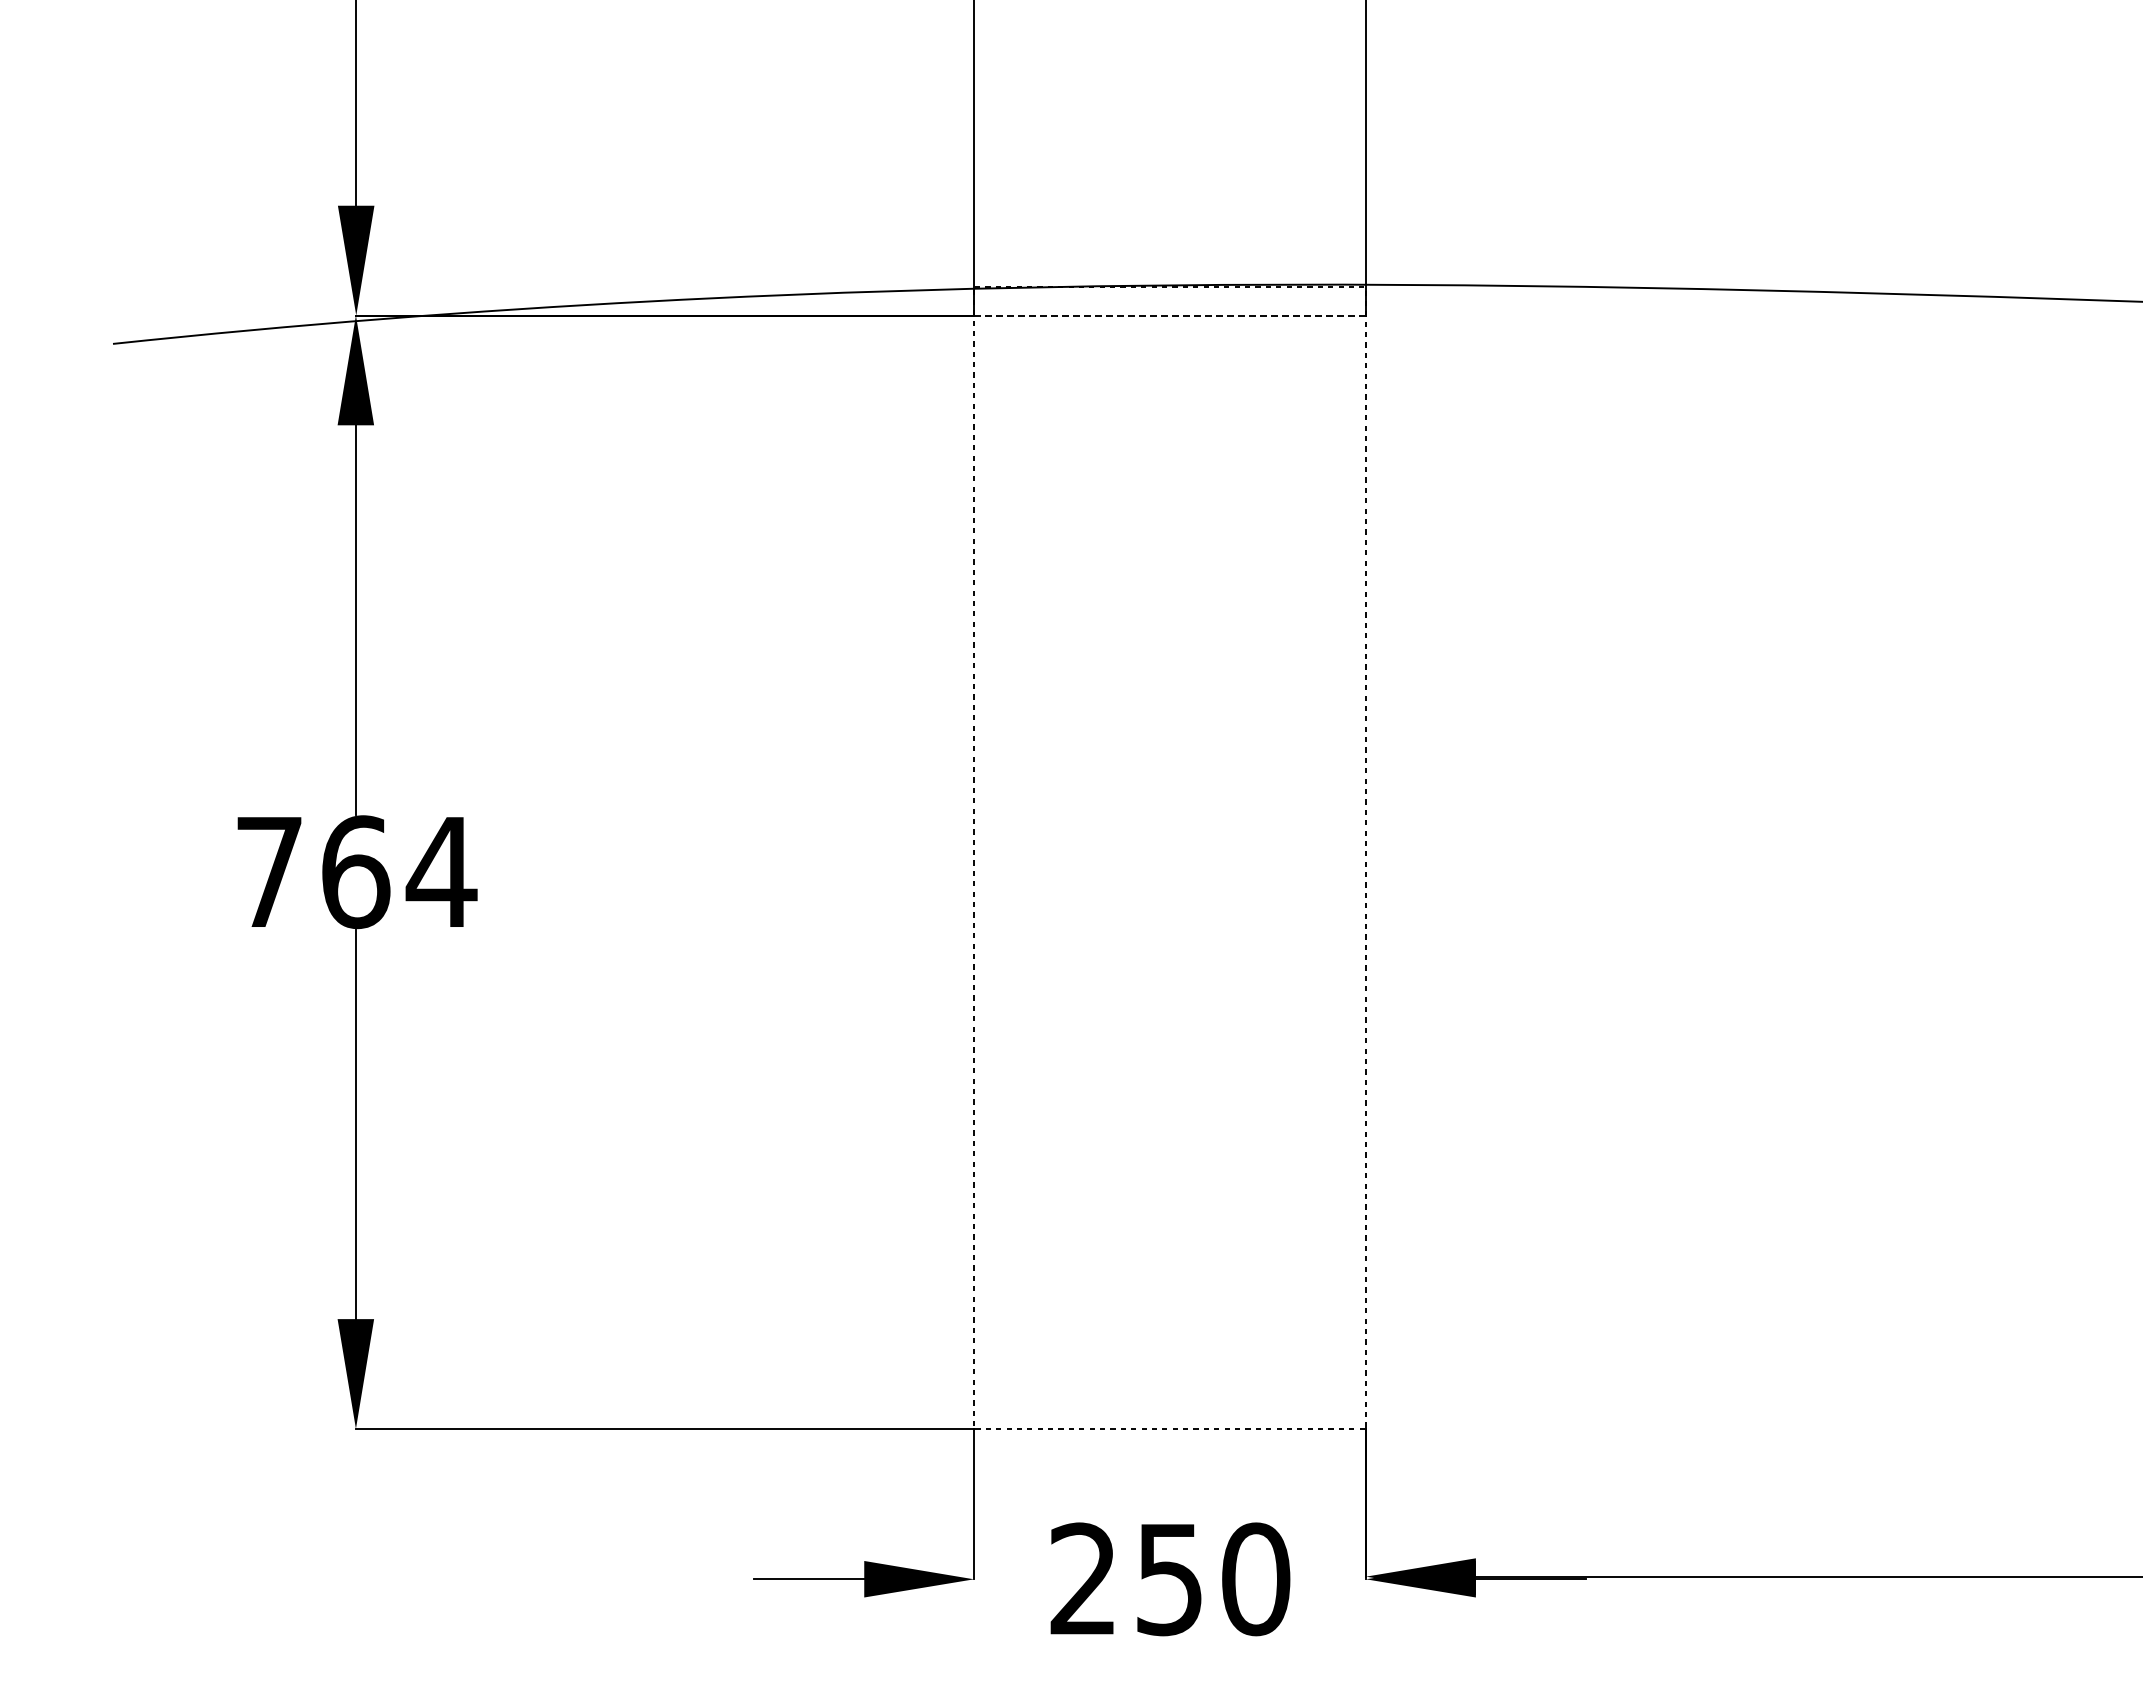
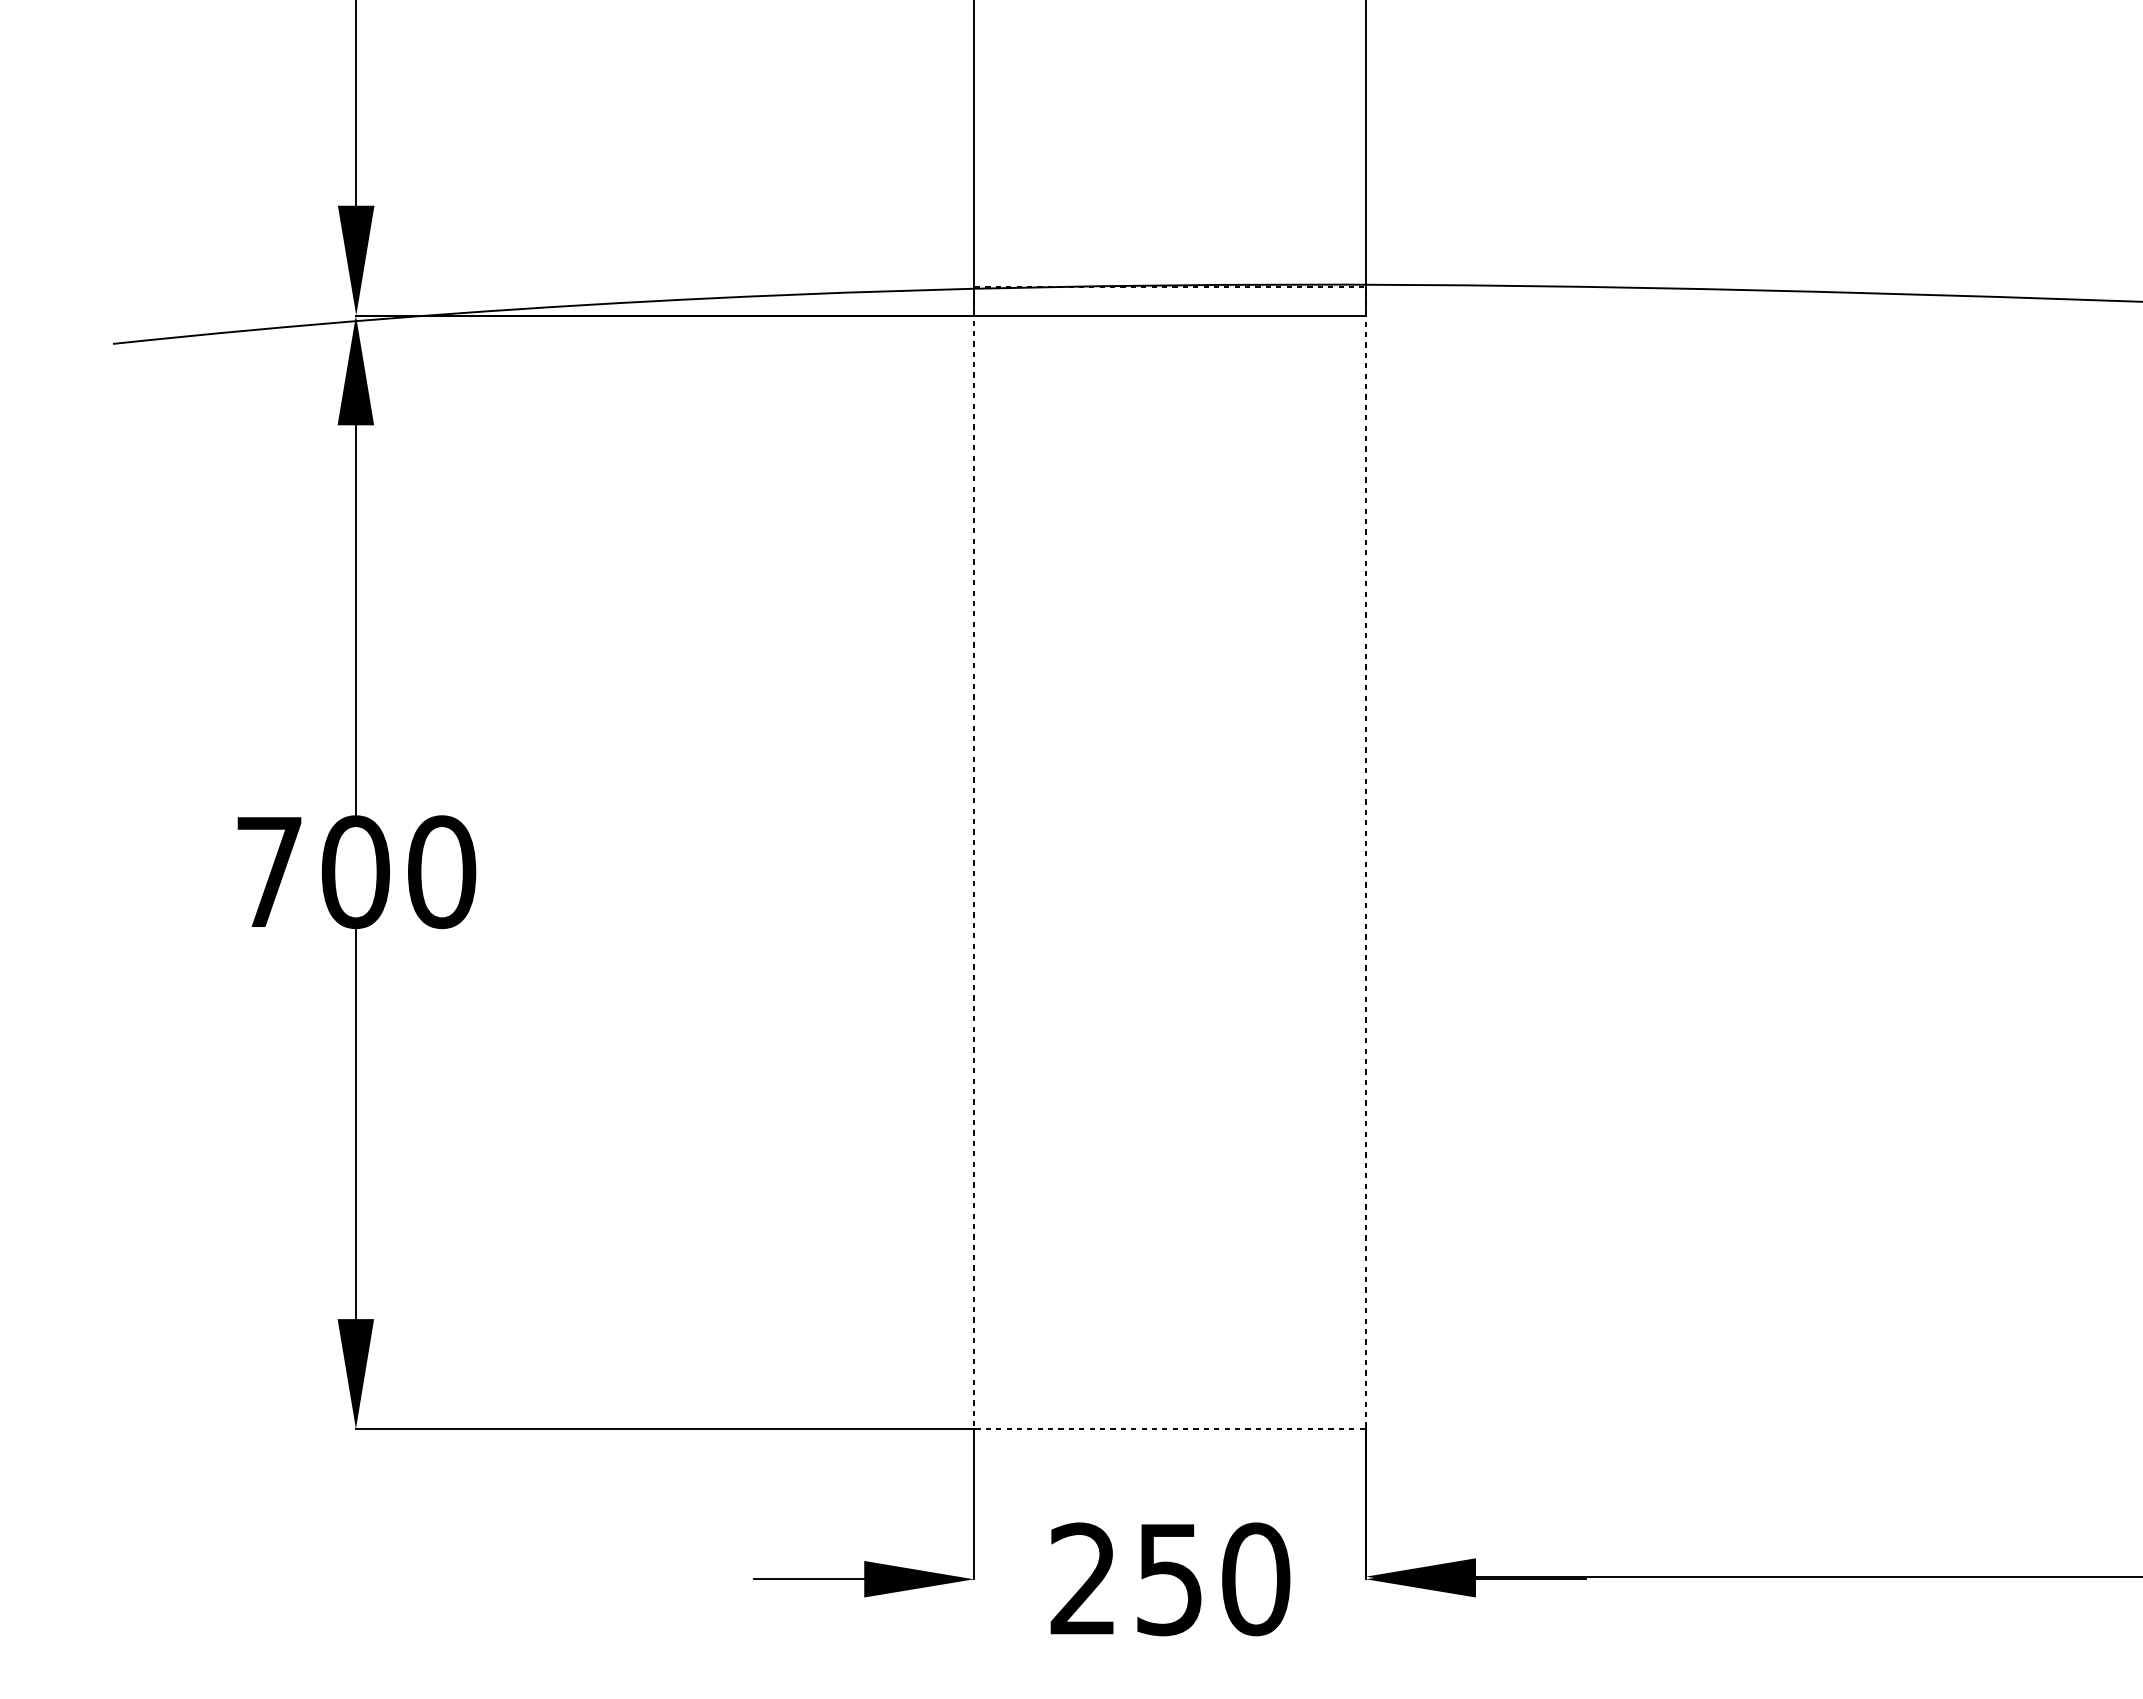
line at (1169, 315): dashed -> solid
text at (399, 872): 764 -> 700
